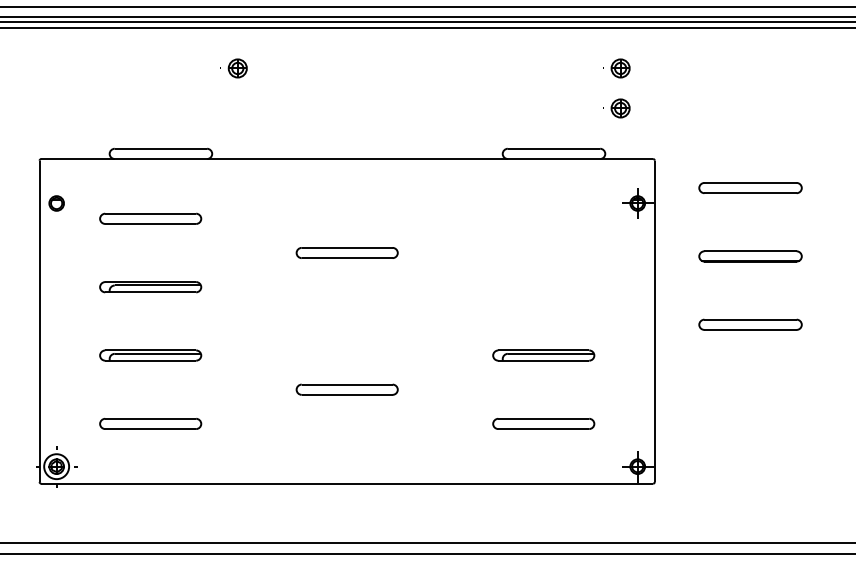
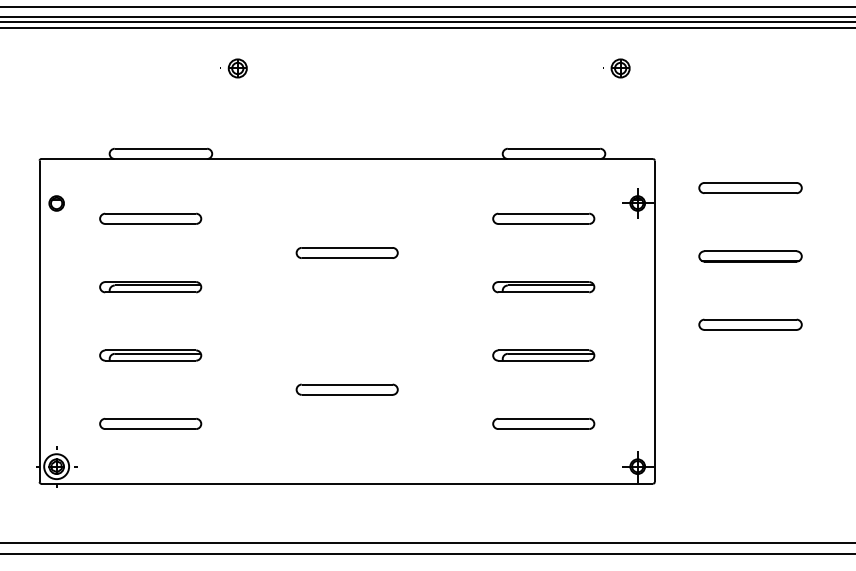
part at (616, 108): present -> none
part at (543, 218): none -> present
part at (543, 287): none -> present
